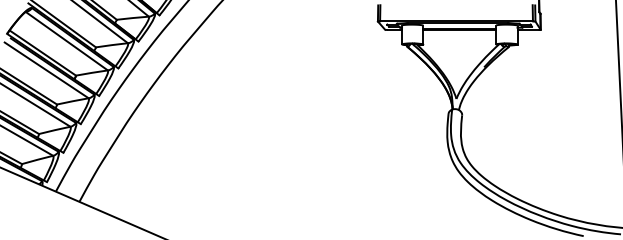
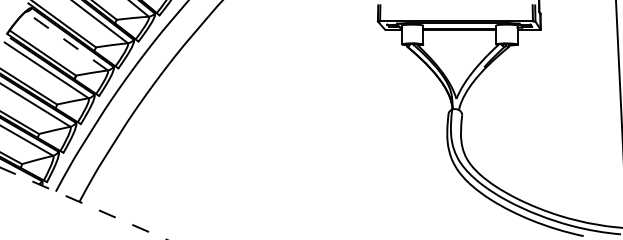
line at (66, 40): solid -> dashed
line at (84, 203): solid -> dashed
